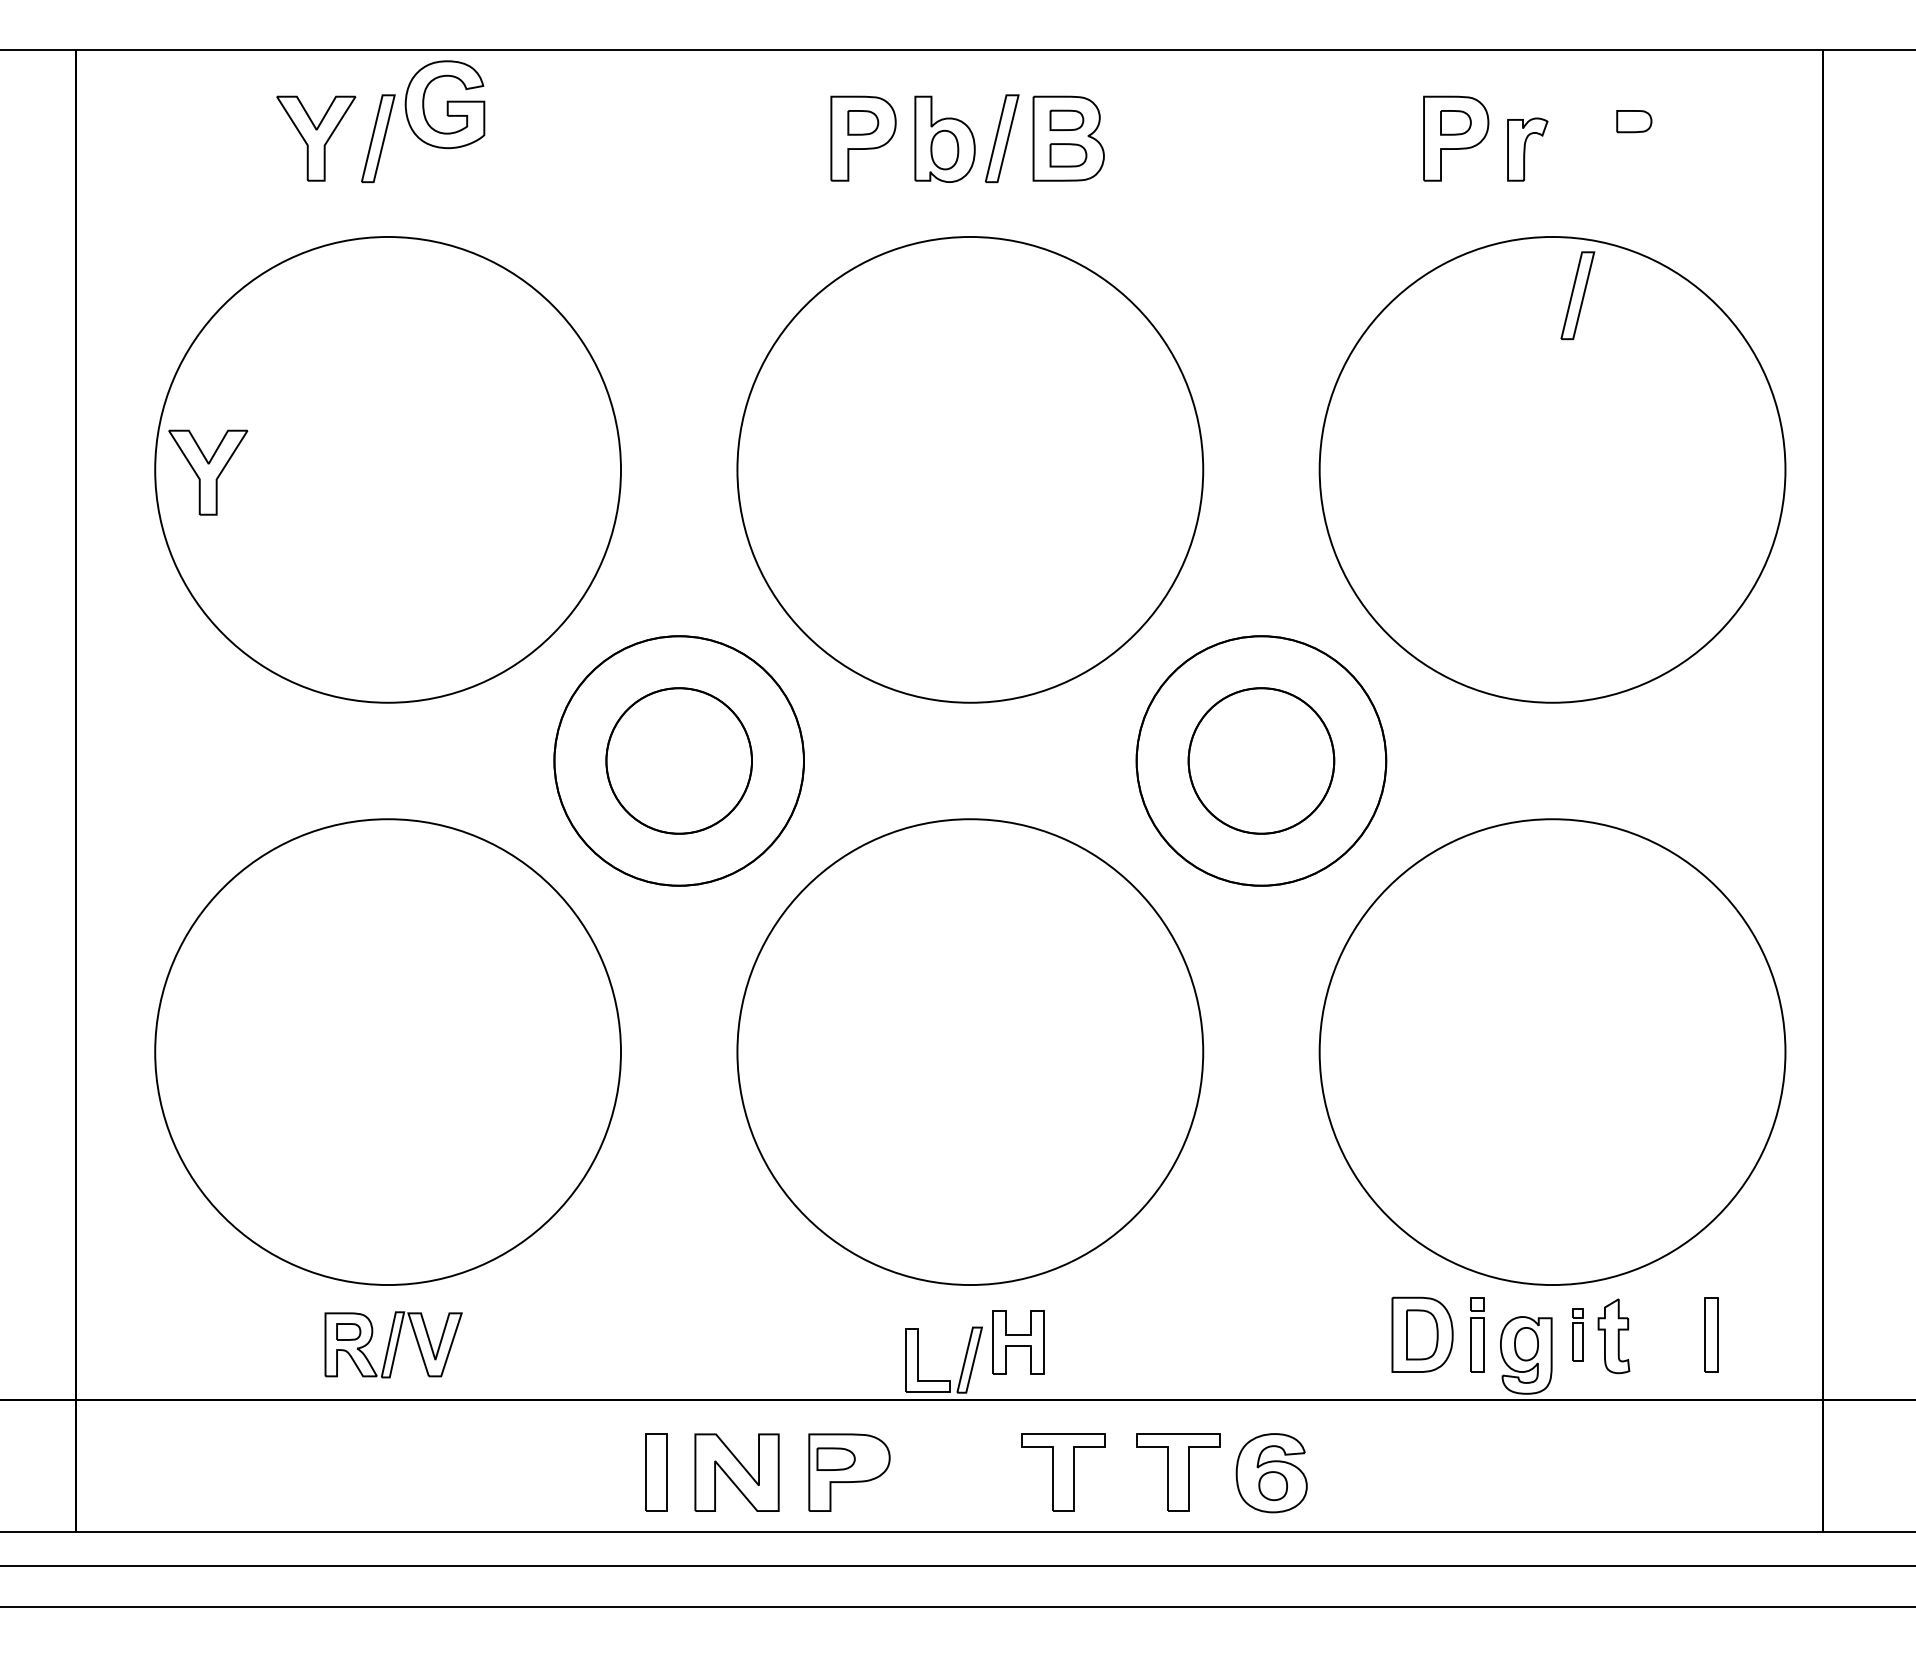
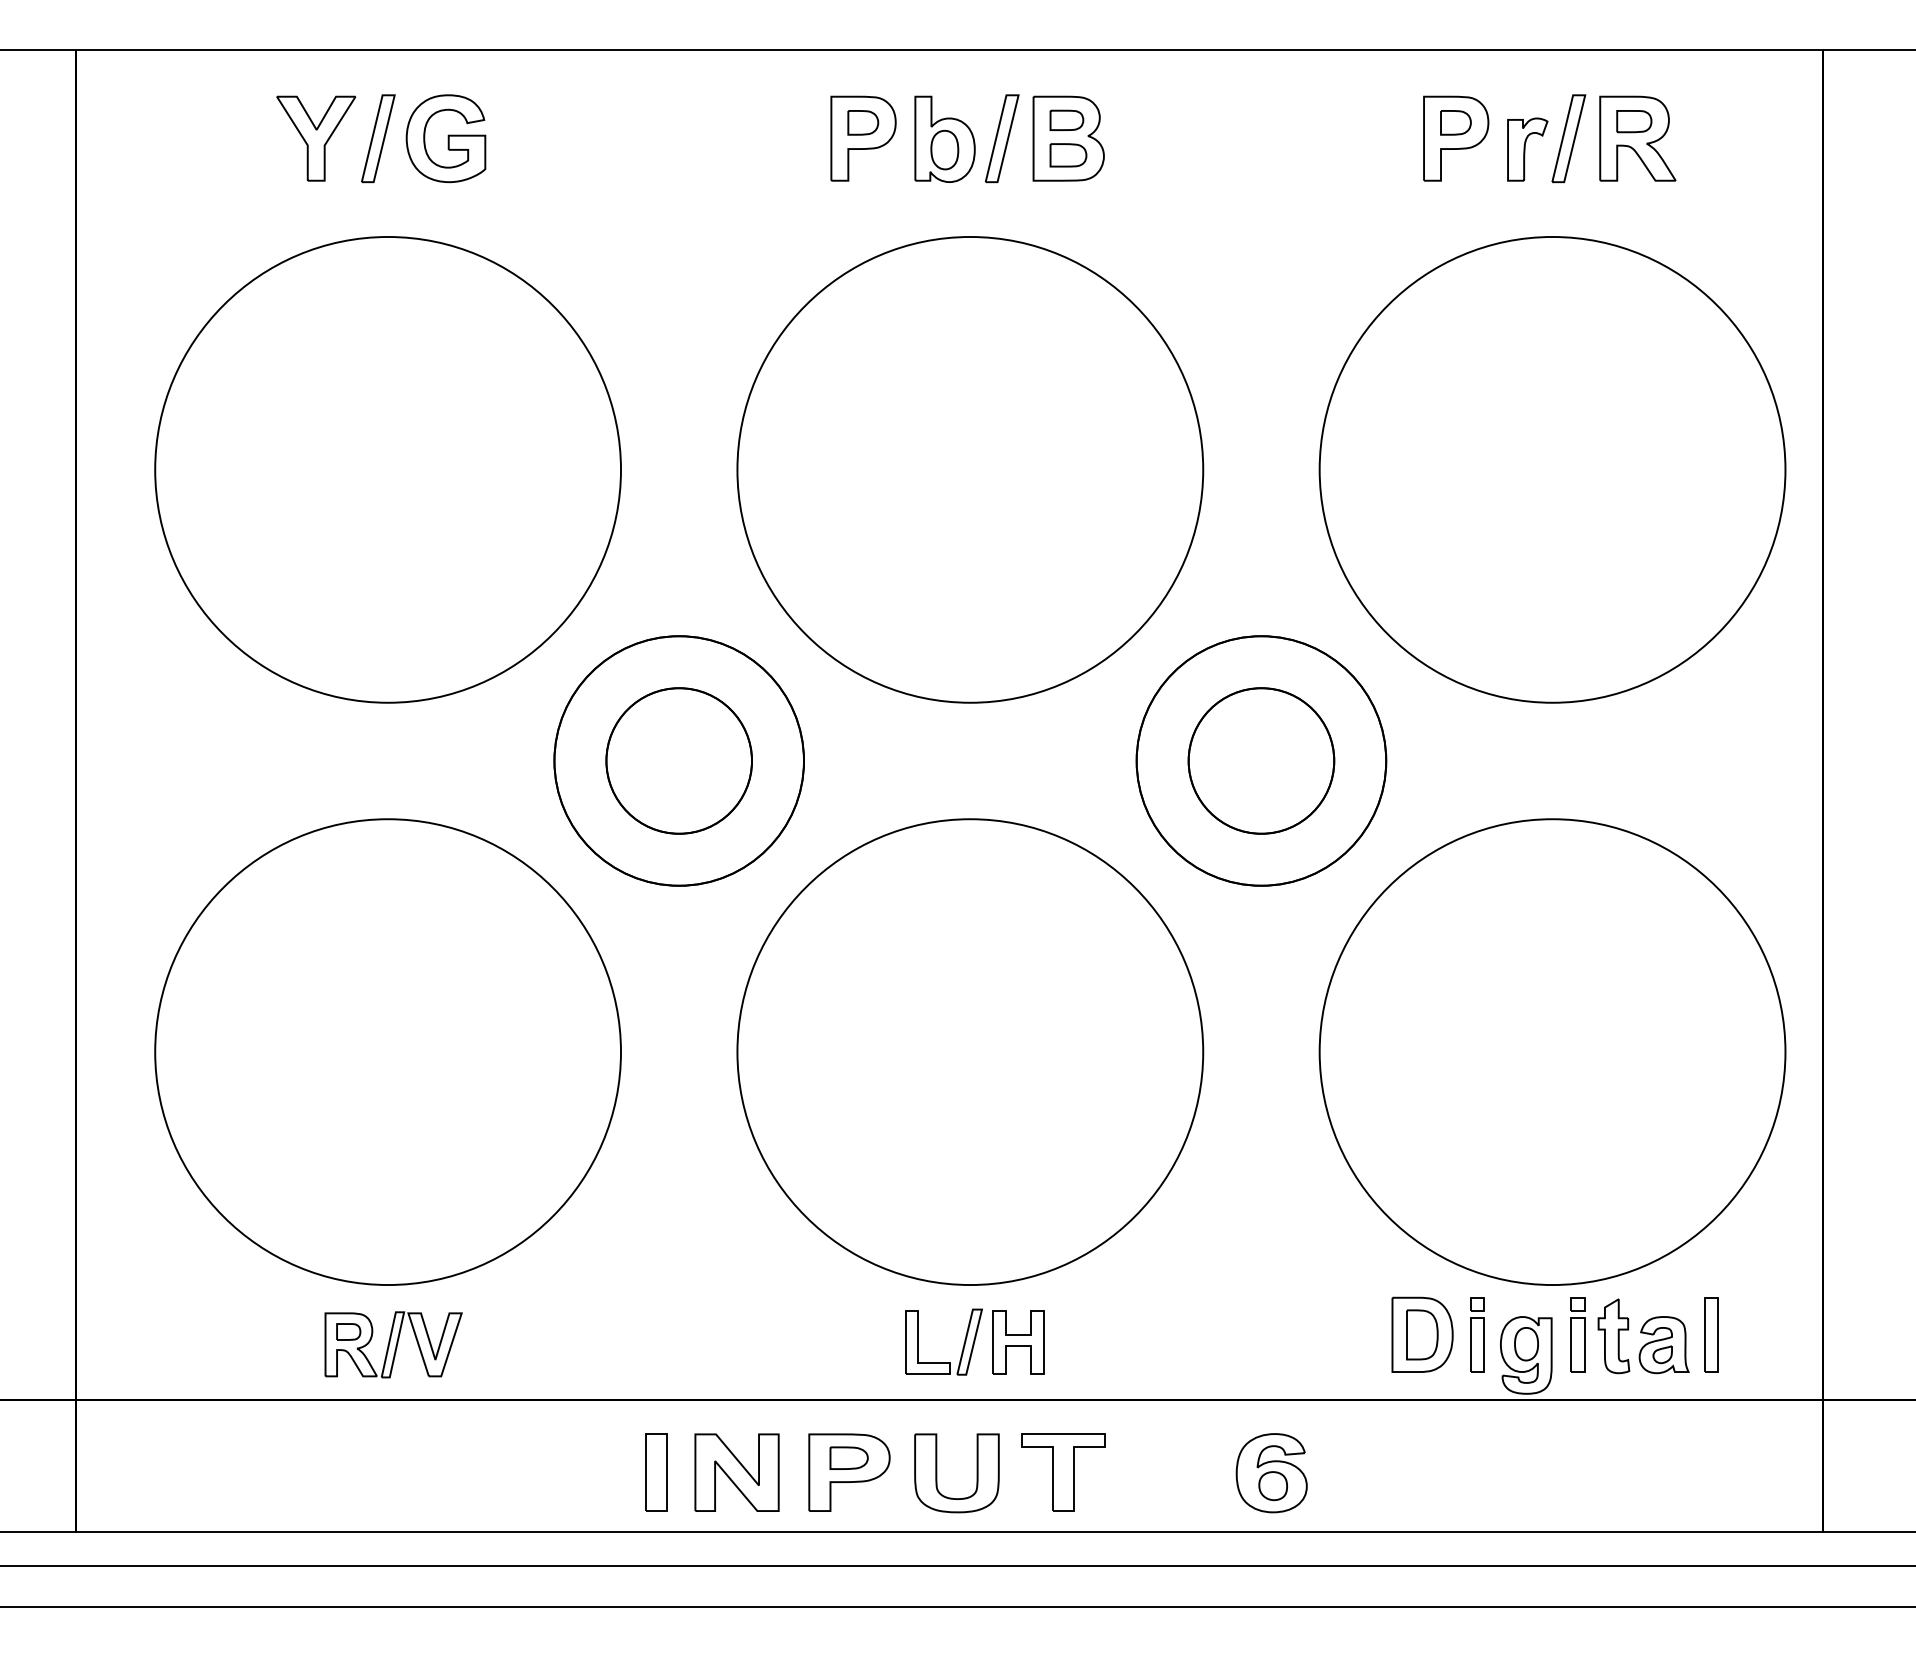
part at (444, 104) position: (444, 104) -> (445, 138)
part at (1637, 138): none -> present
part at (1577, 295) position: (1577, 295) -> (1568, 138)
part at (208, 472): present -> none
part at (1577, 1334) size: 12x54 px -> 16x76 px
part at (1663, 1345): none -> present
part at (962, 1365) position: (962, 1365) -> (962, 1347)
part at (835, 1458) position: (835, 1458) -> (848, 1457)
part at (1178, 1472): present -> none
part at (937, 1473): none -> present
